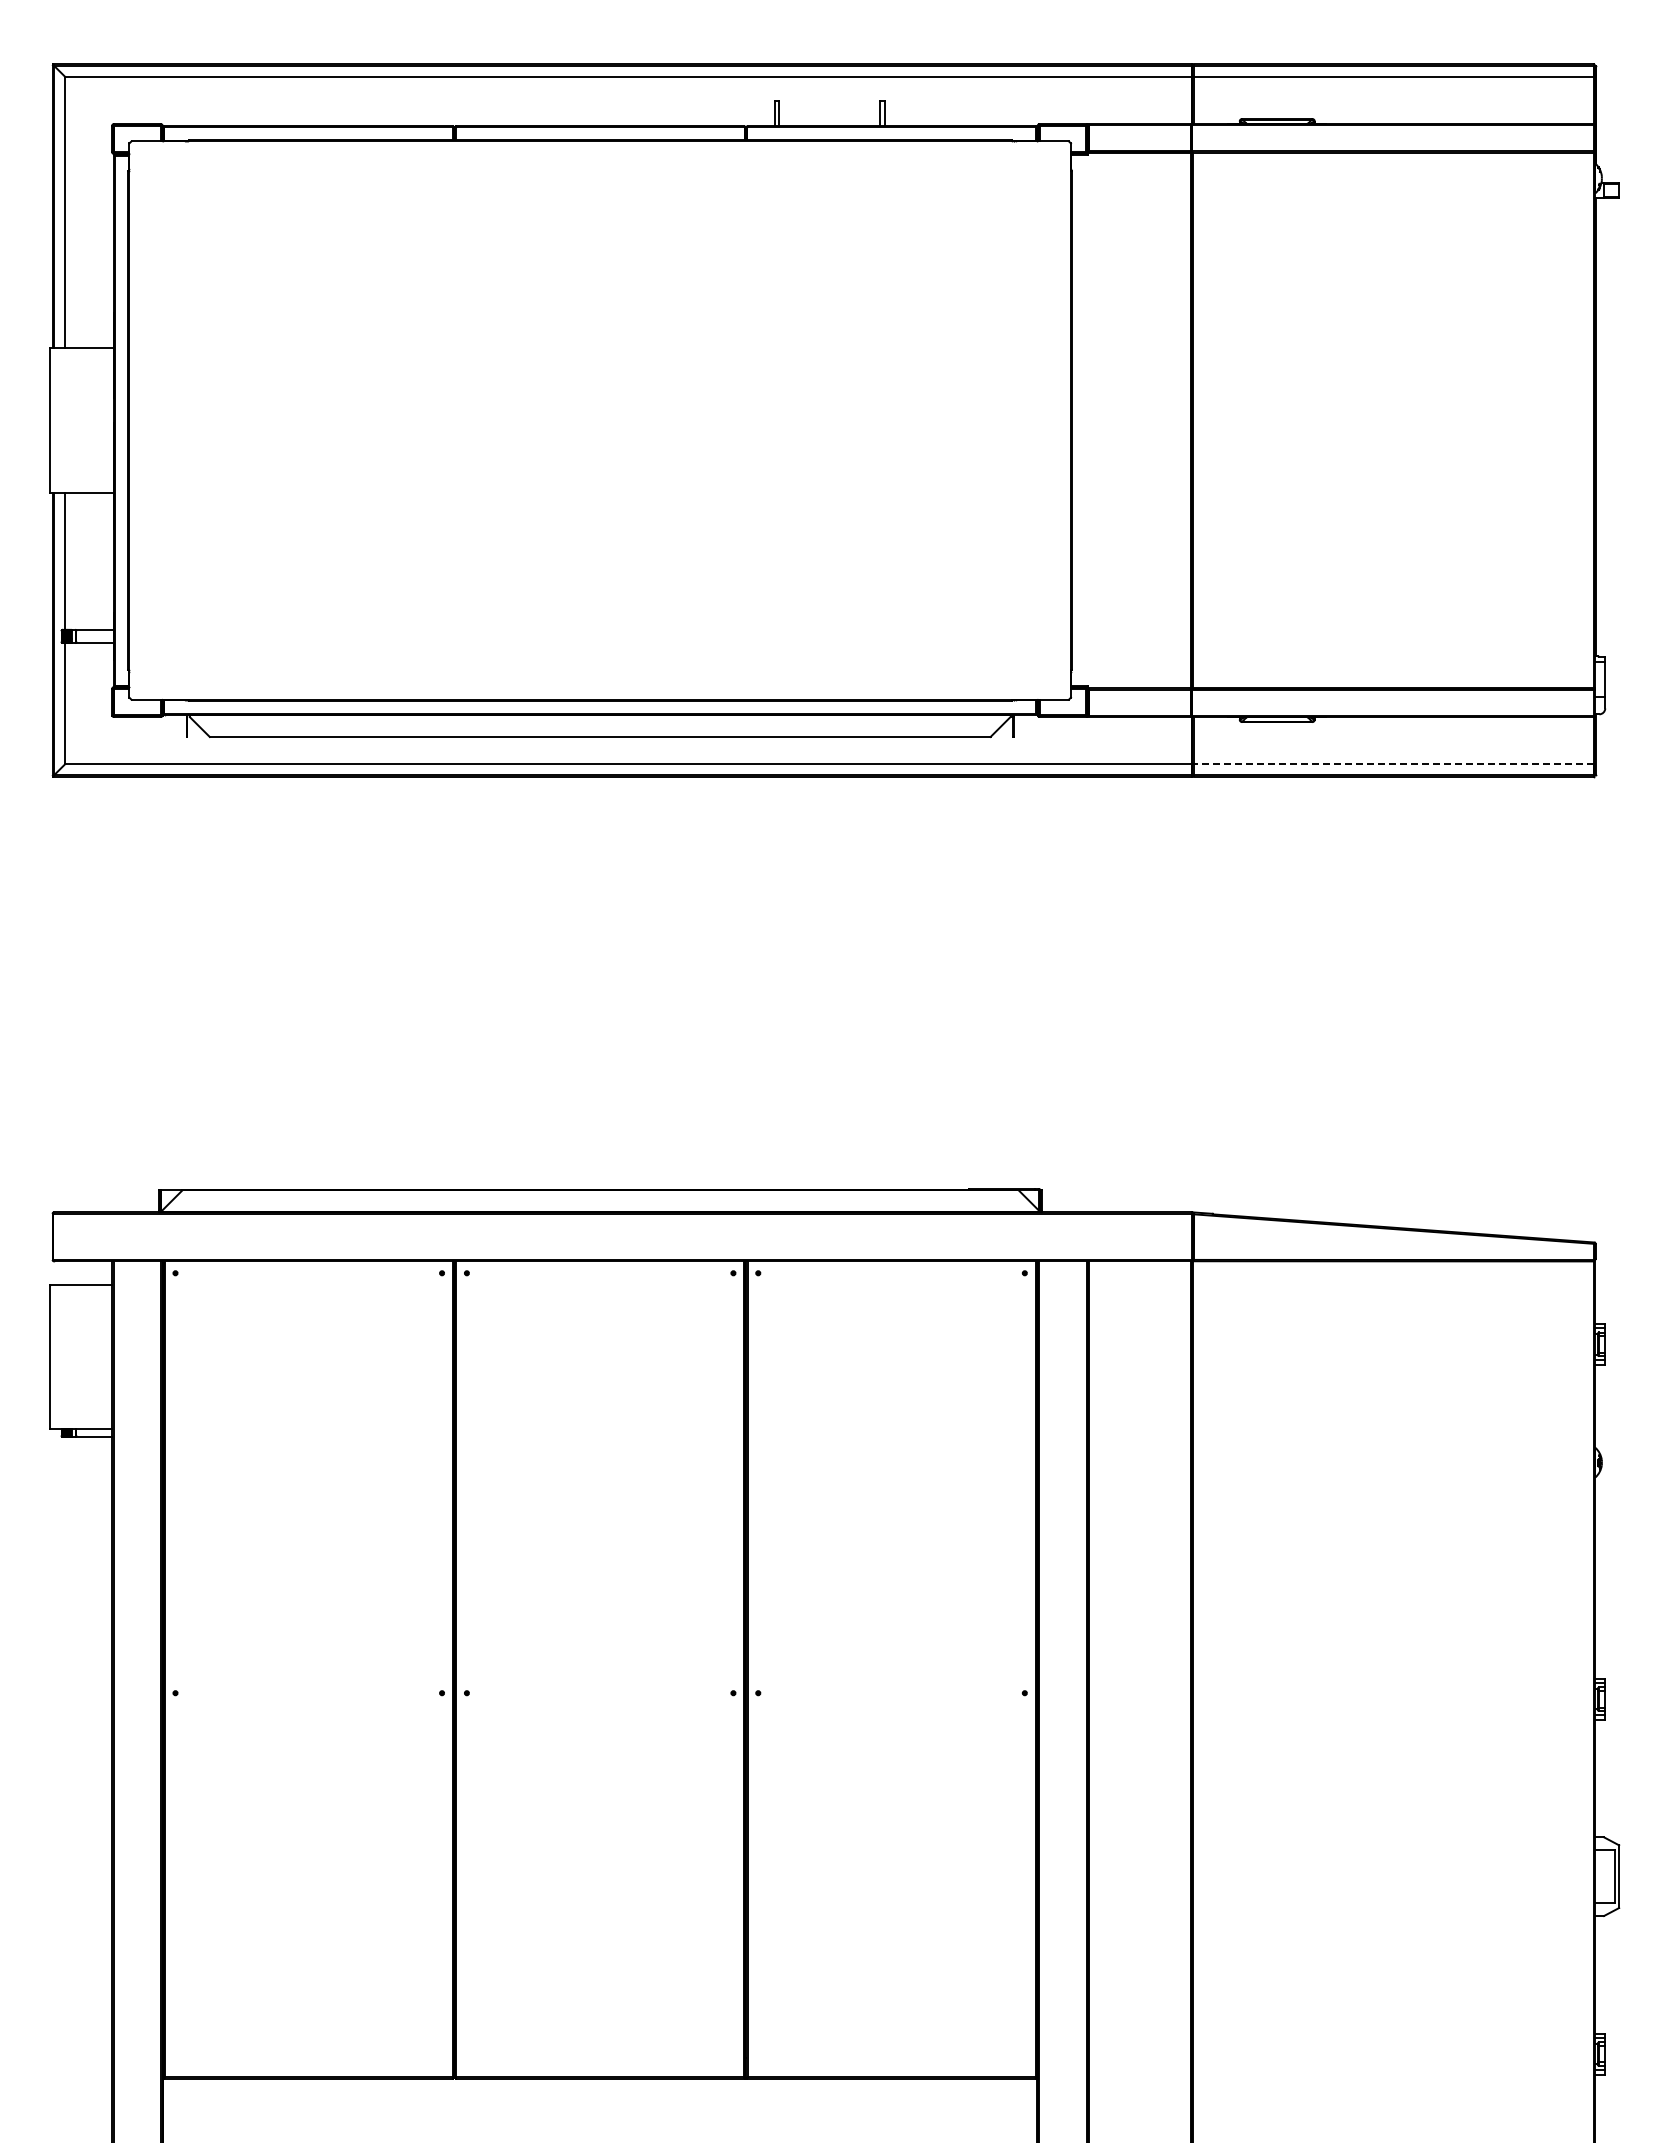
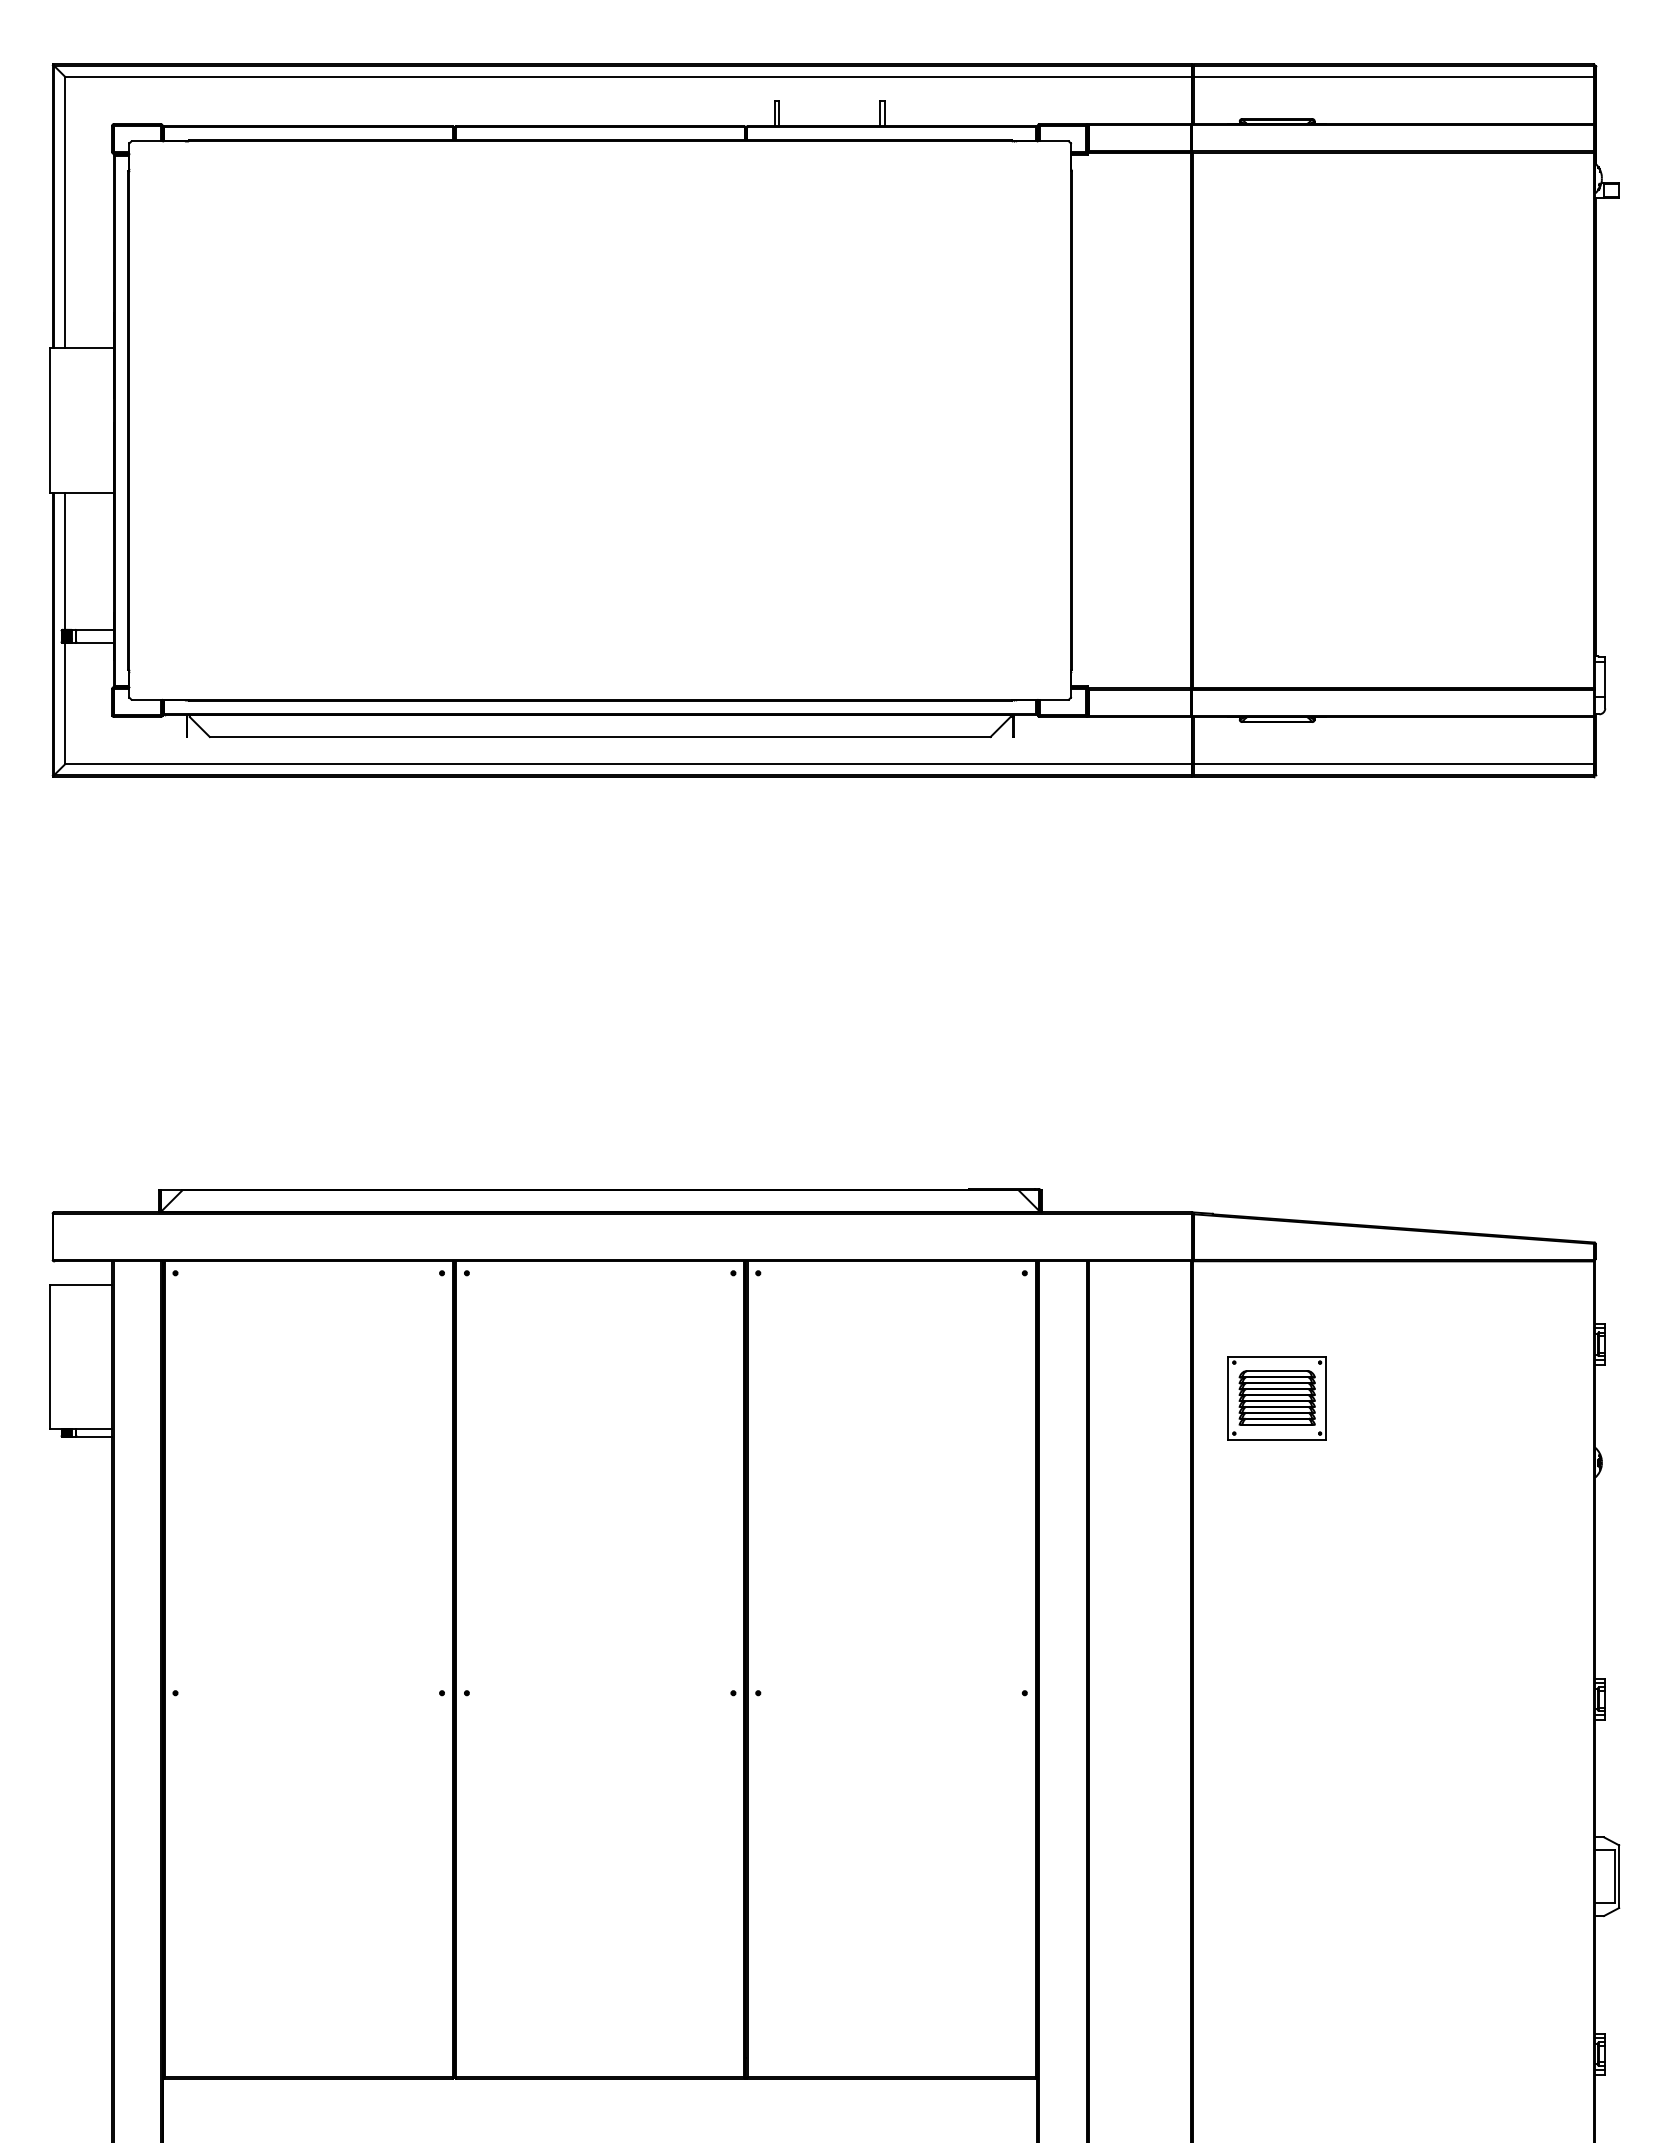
line at (1393, 764): dashed -> solid
part at (1276, 1398): none -> present
